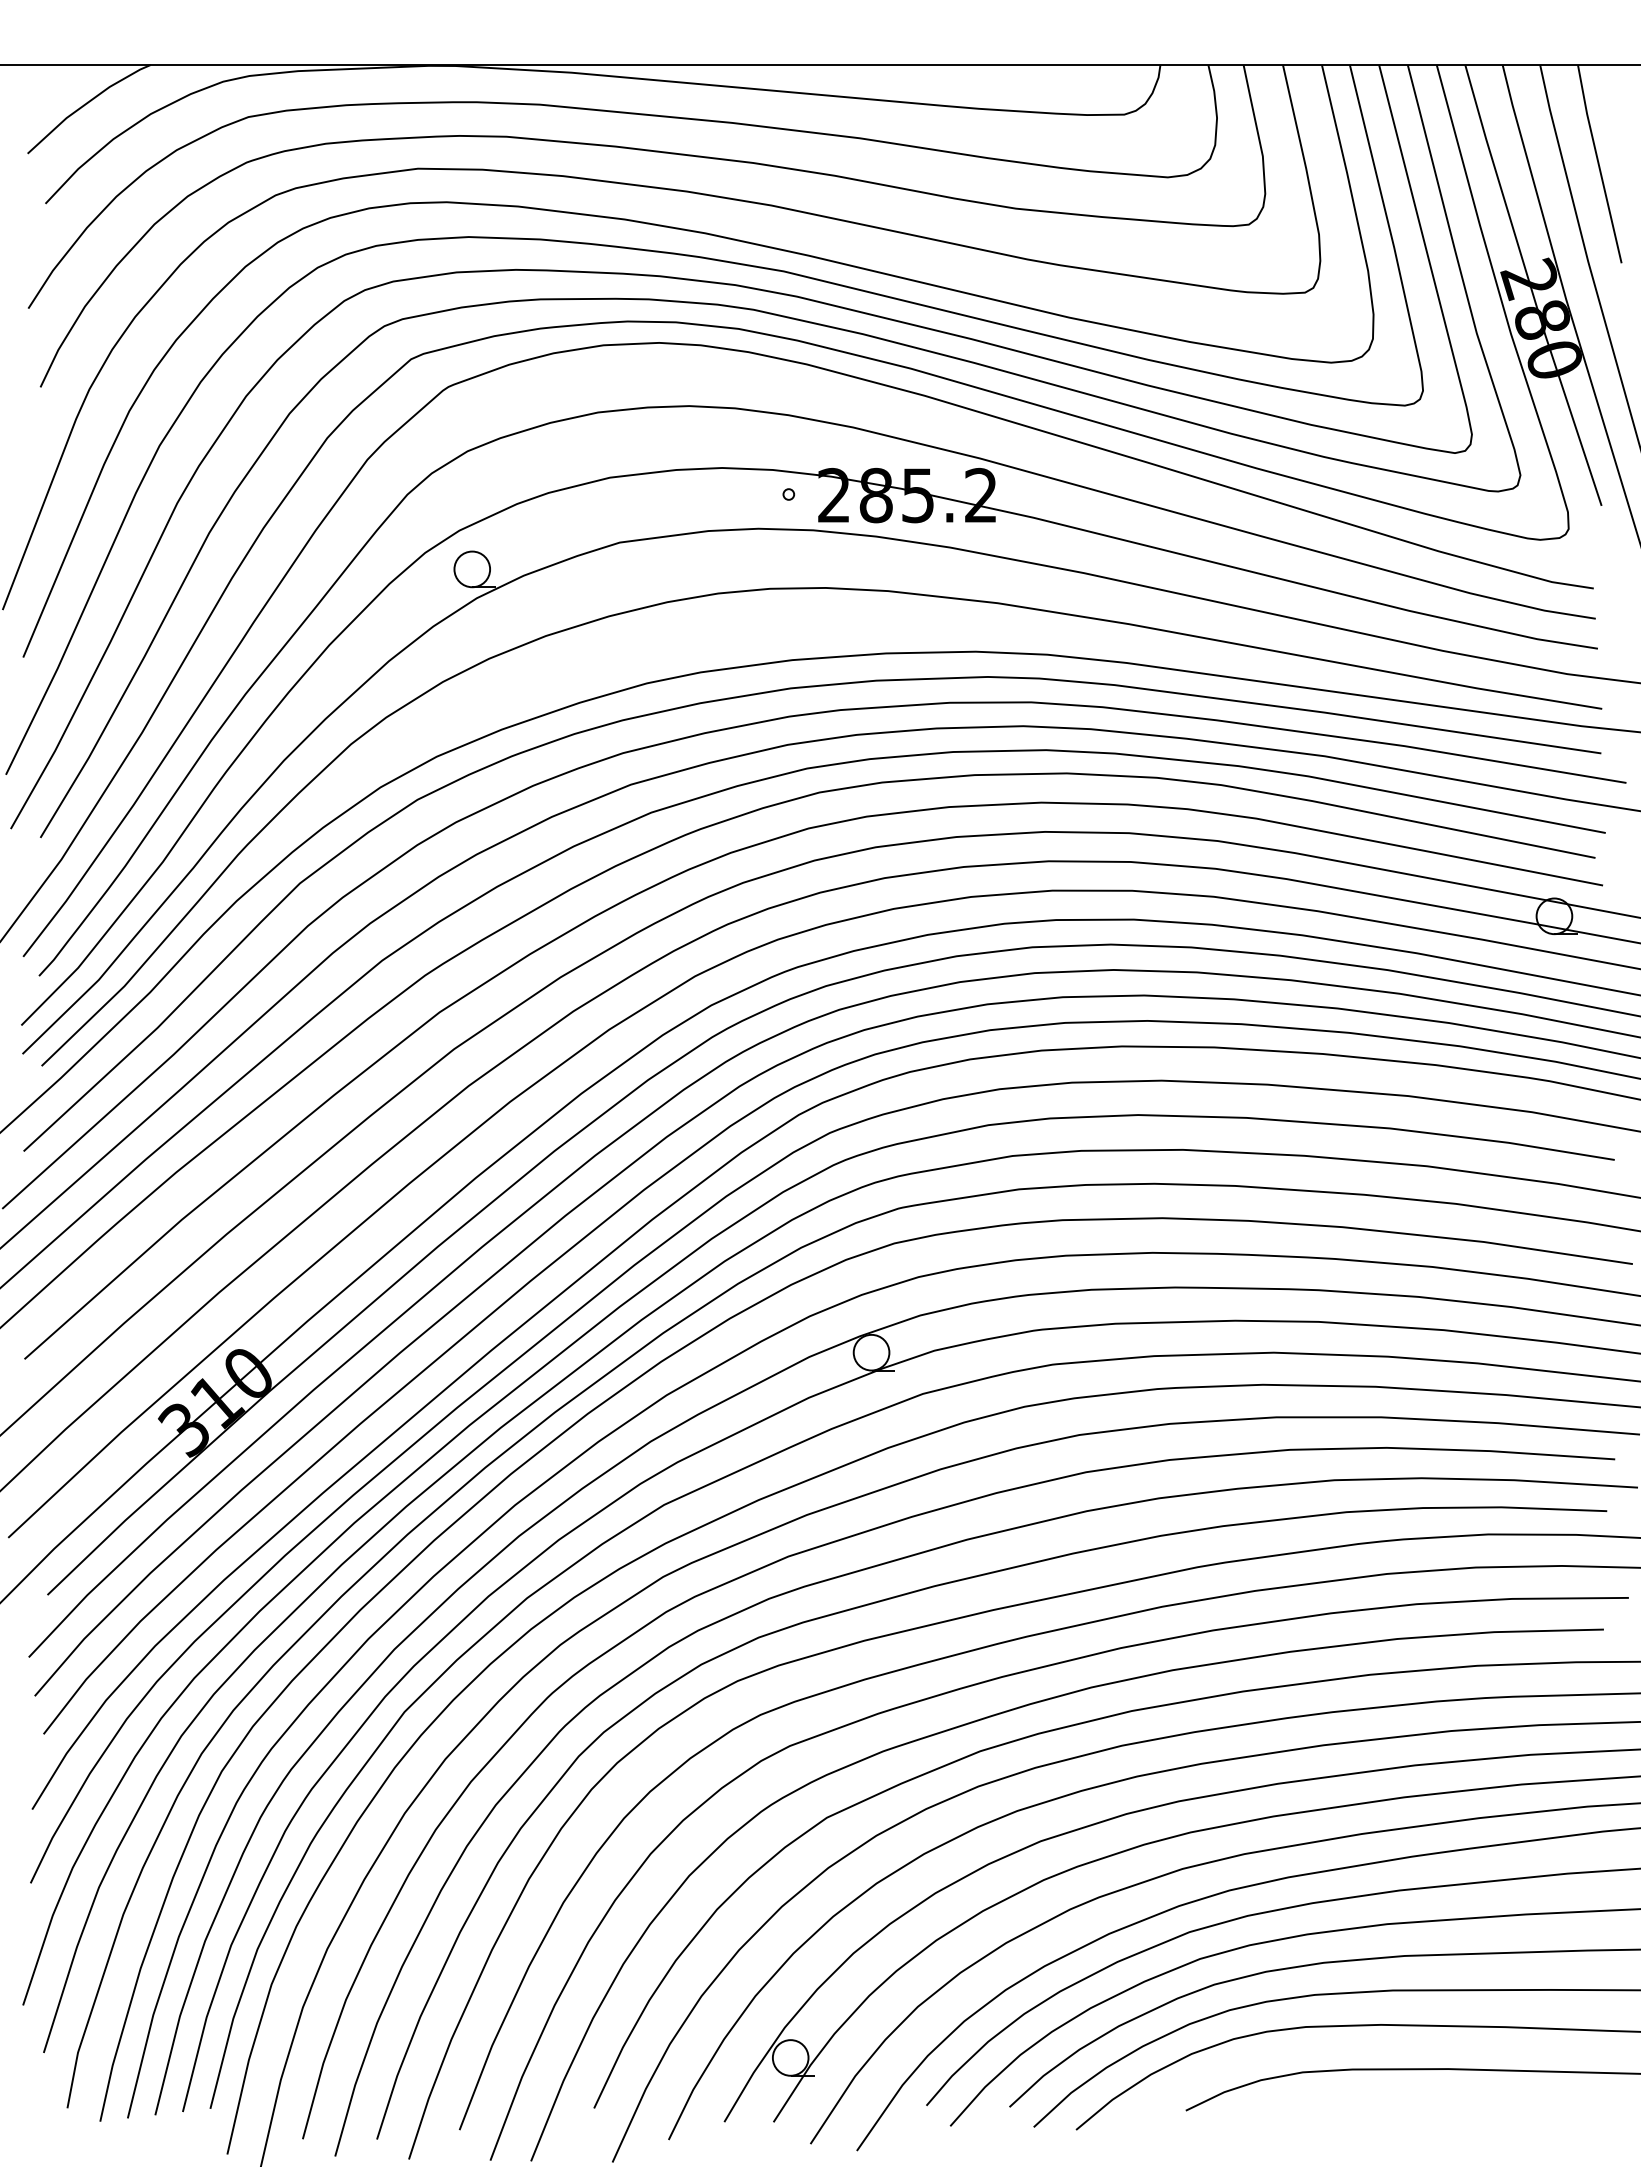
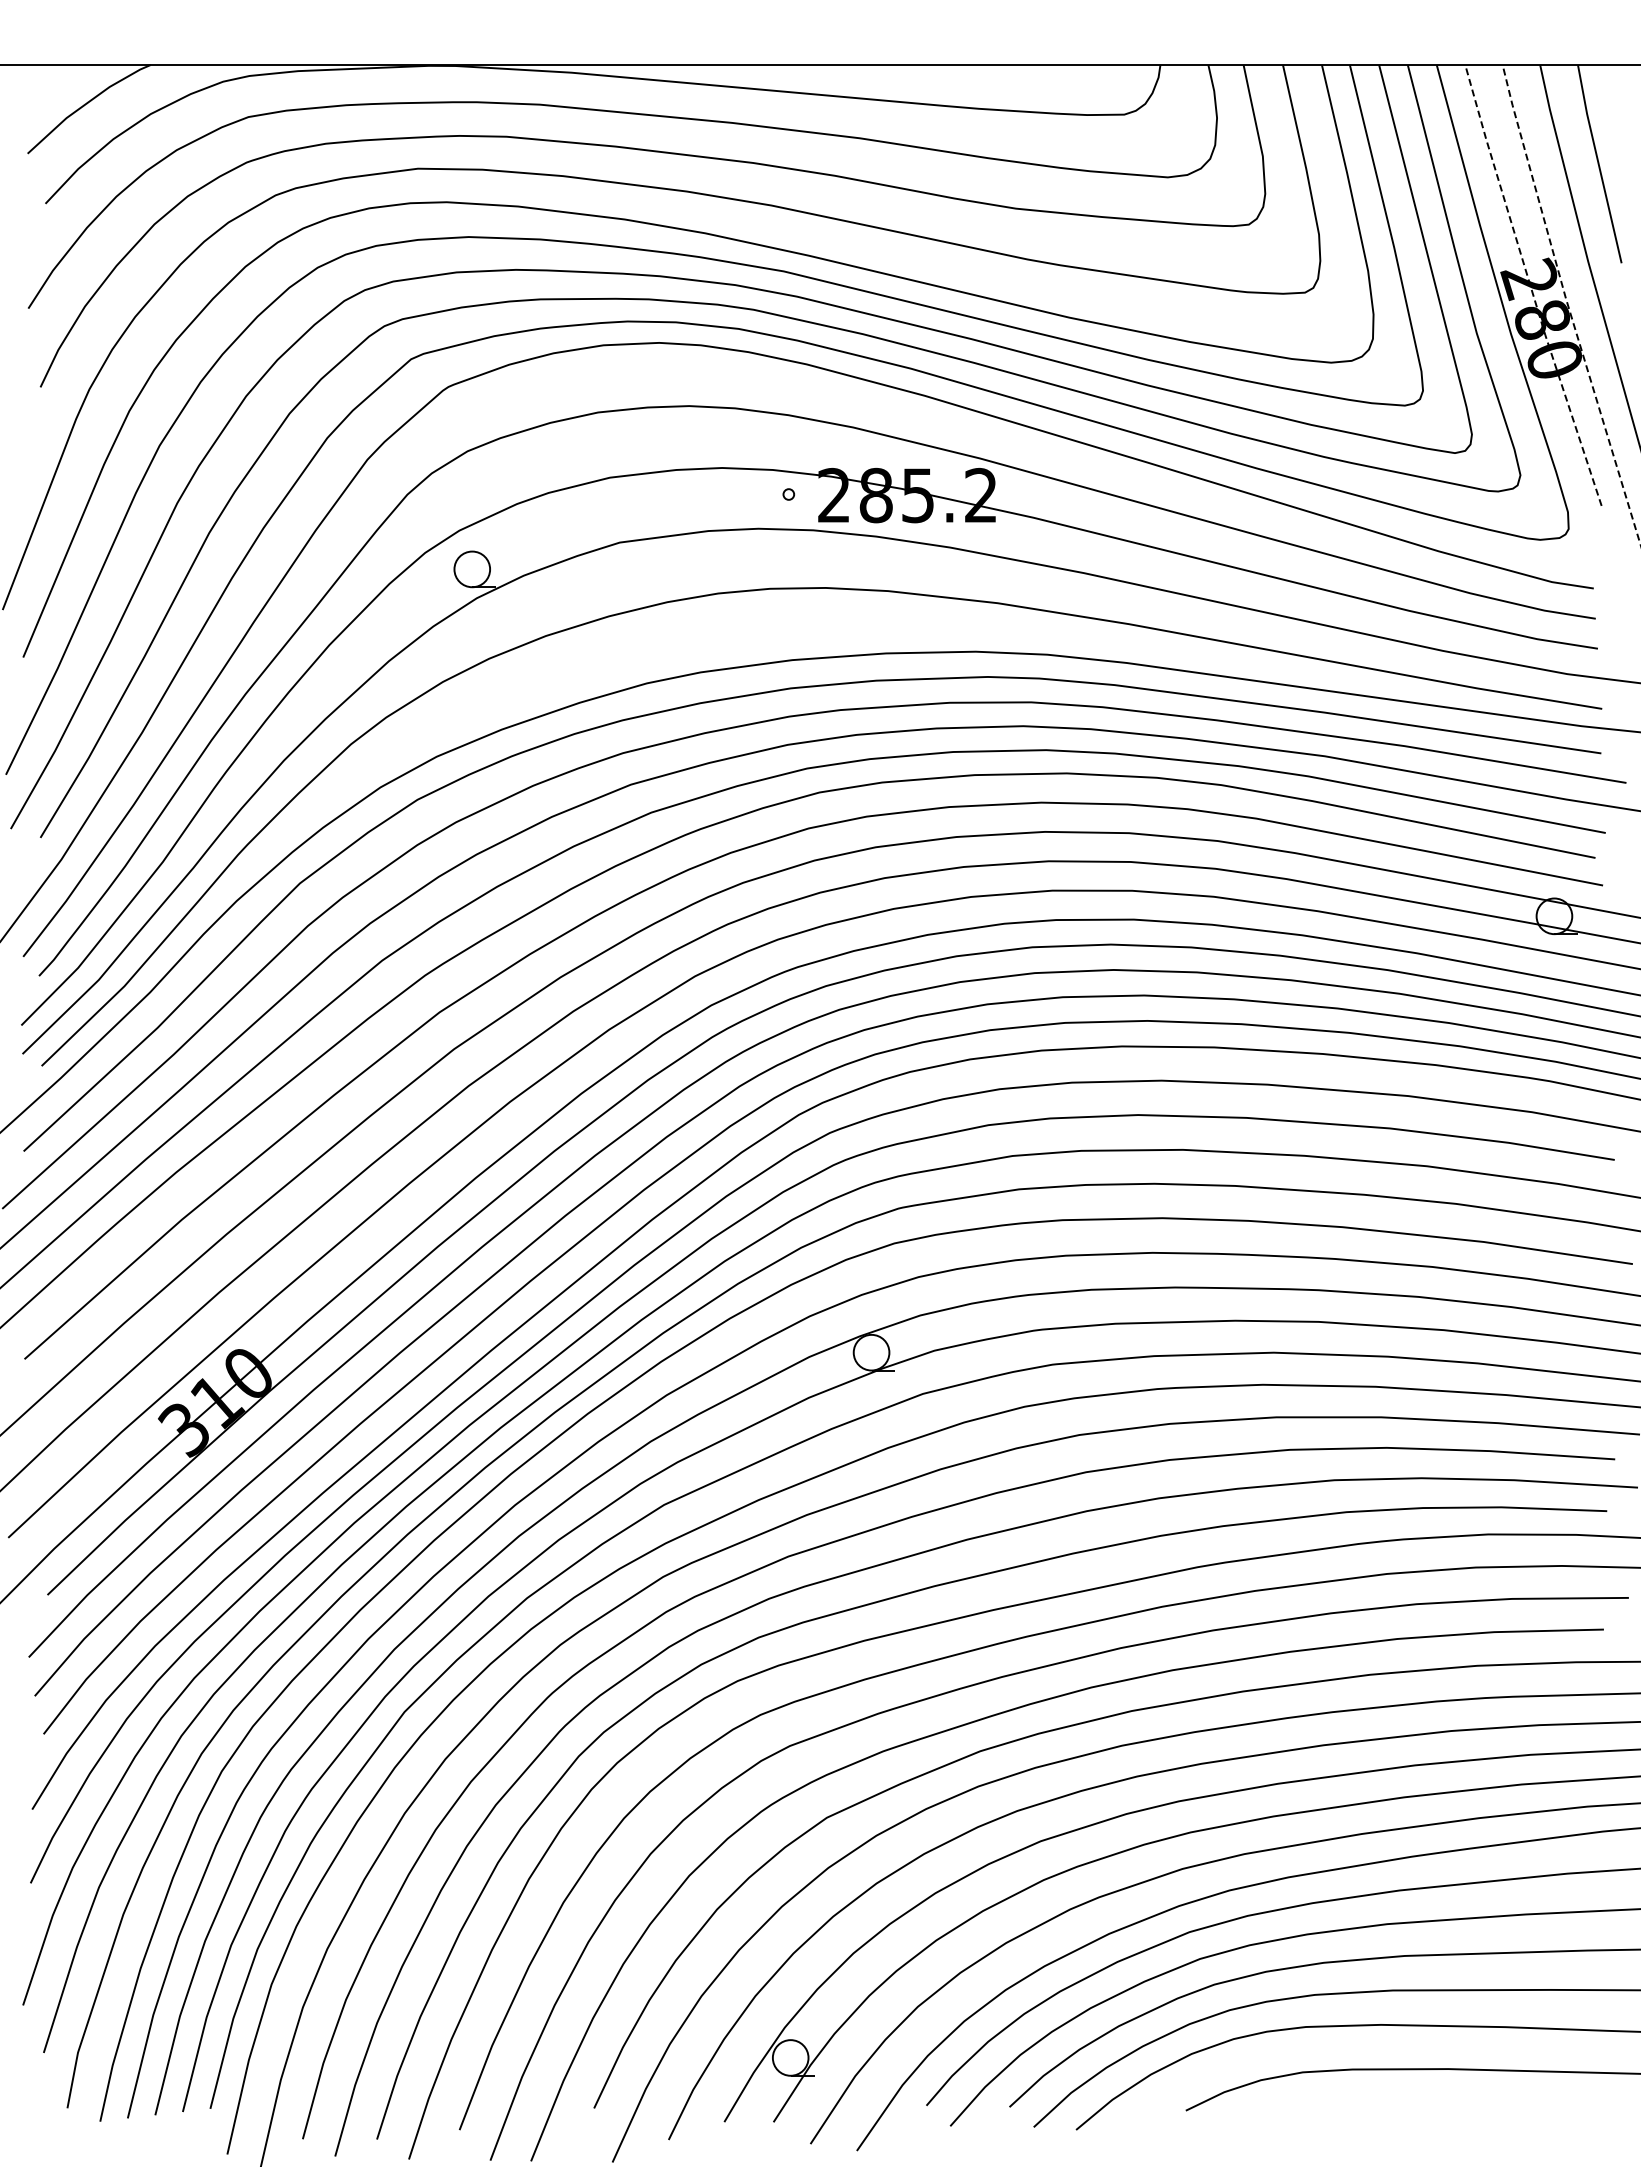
line at (1530, 286): solid -> dashed
line at (1567, 304): solid -> dashed
